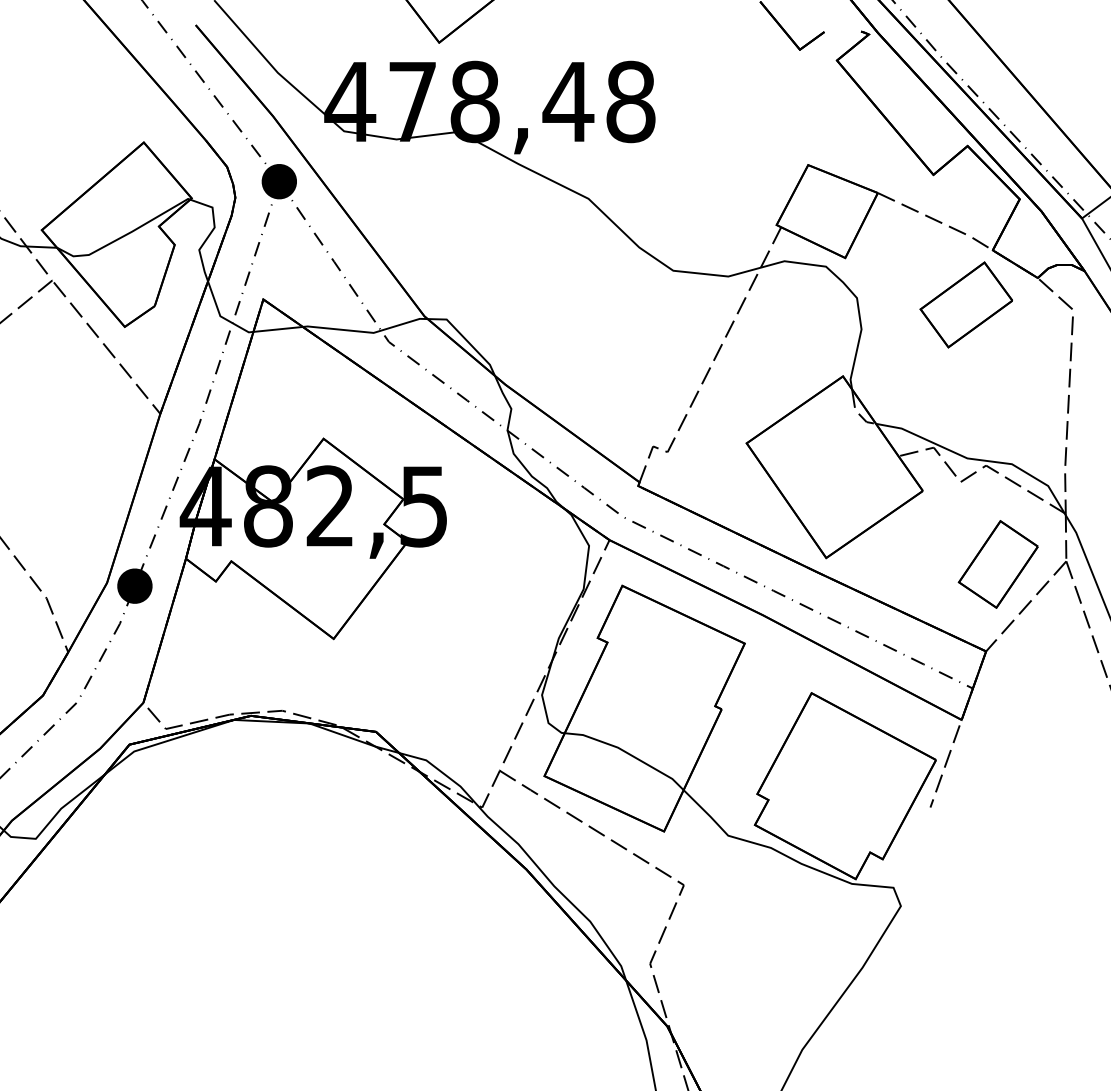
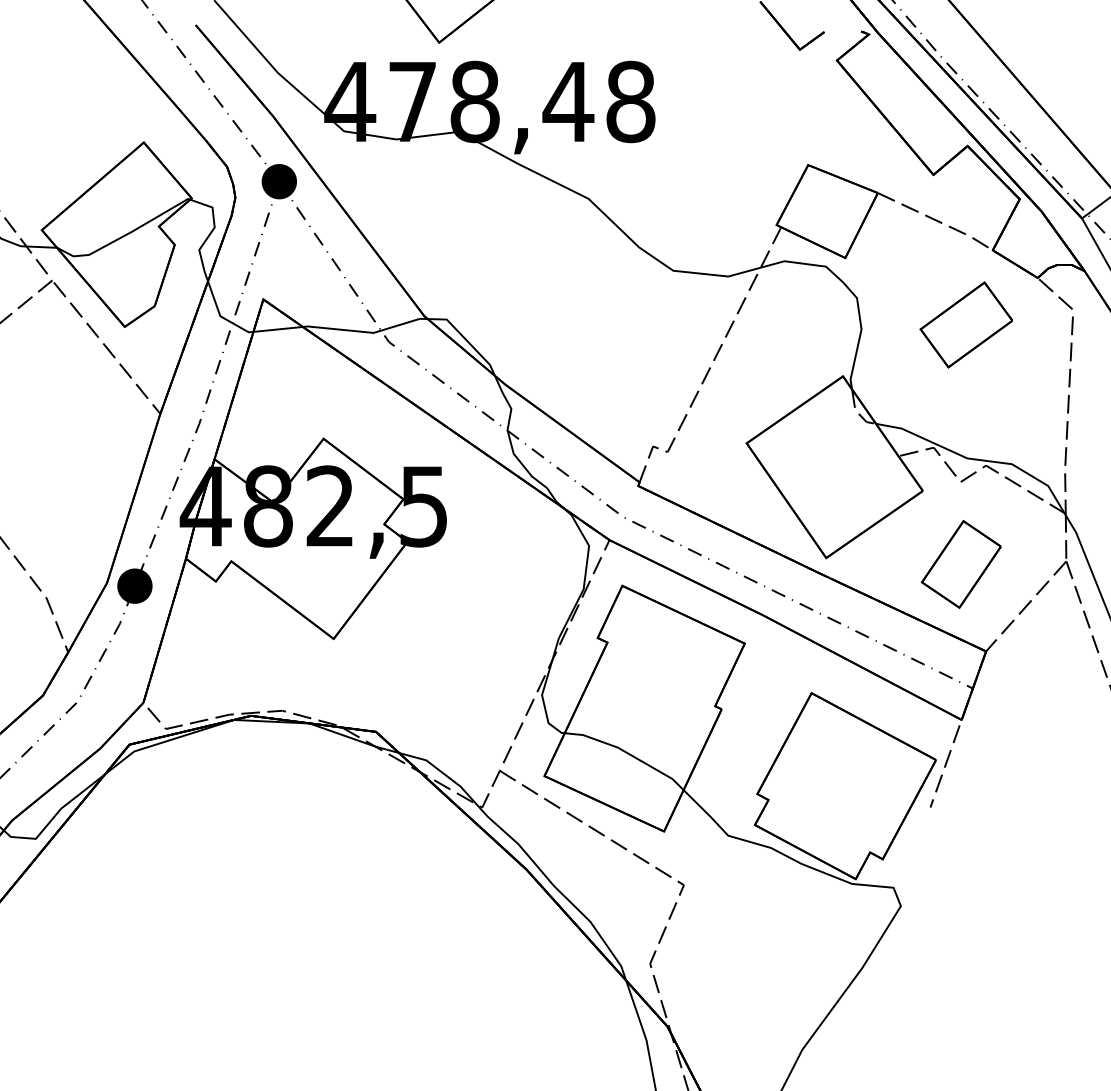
part at (965, 304) position: (965, 304) -> (965, 324)
part at (997, 564) position: (997, 564) -> (960, 564)
